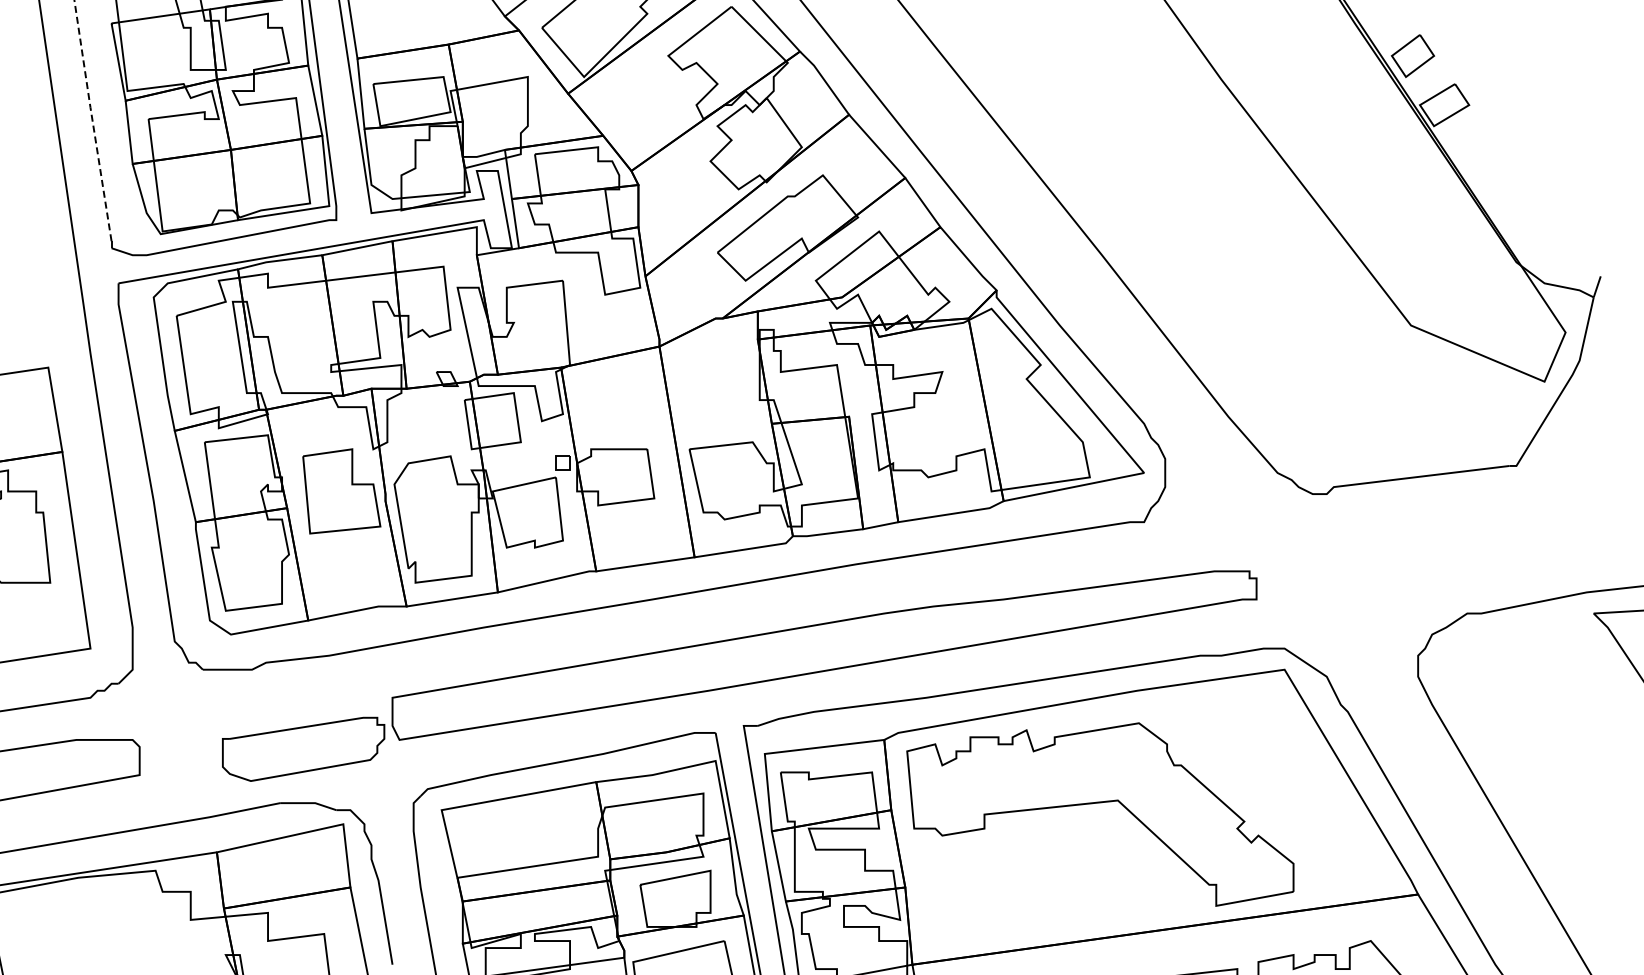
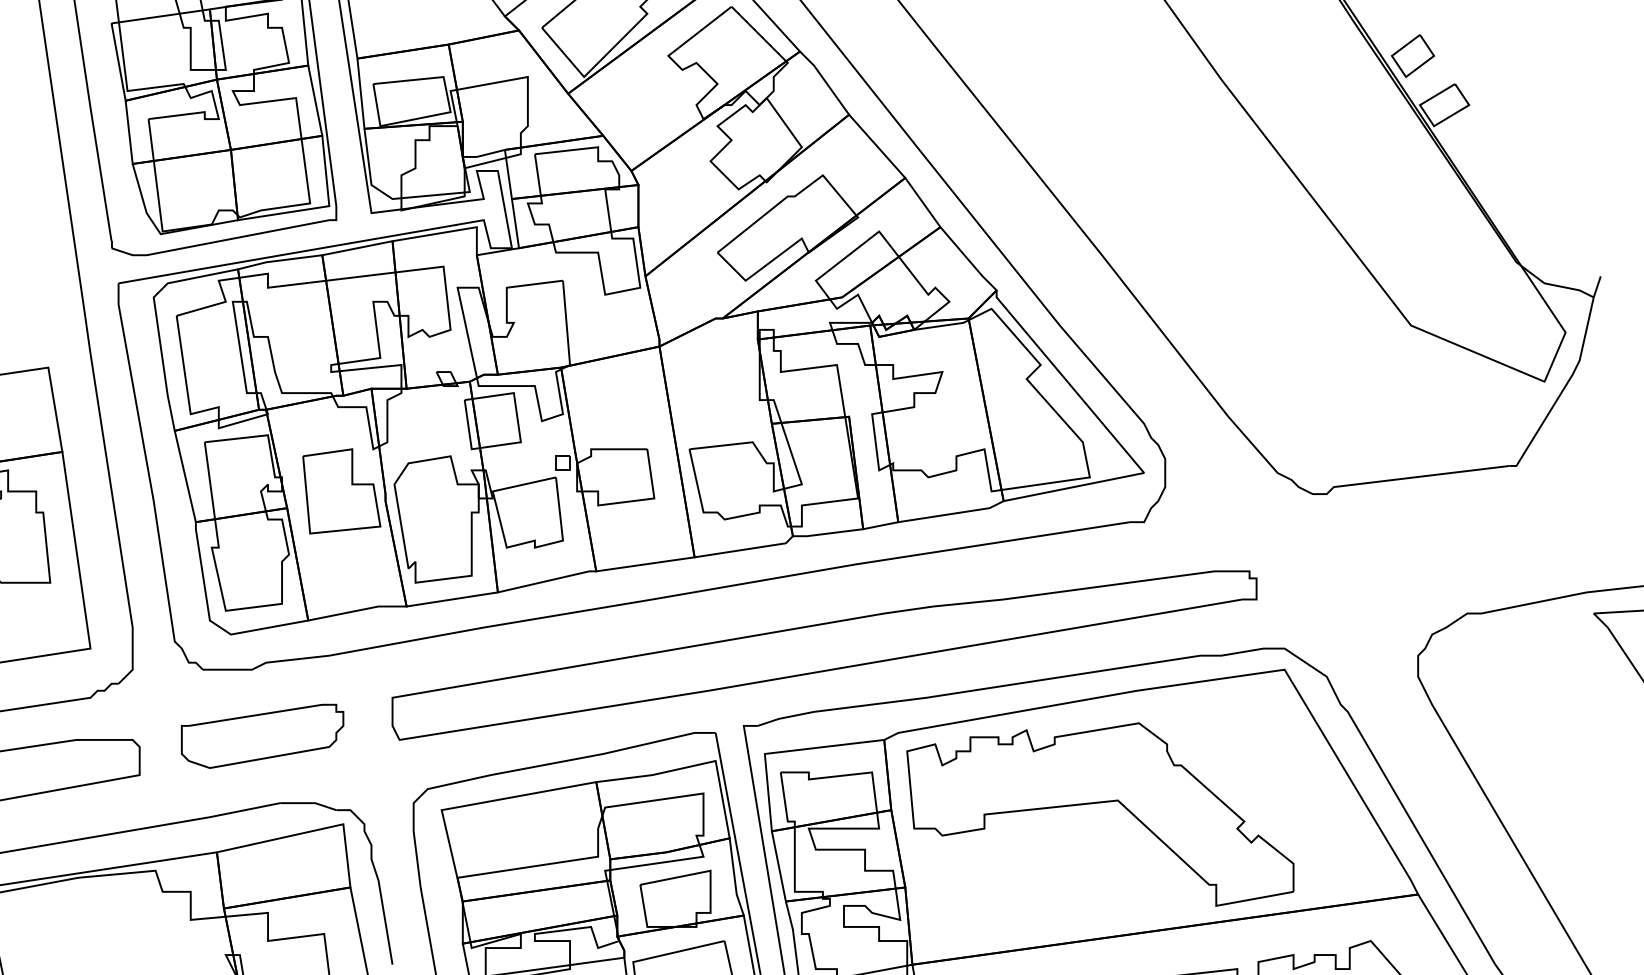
line at (92, 120): dashed -> solid
part at (303, 748) position: (303, 748) -> (262, 735)
